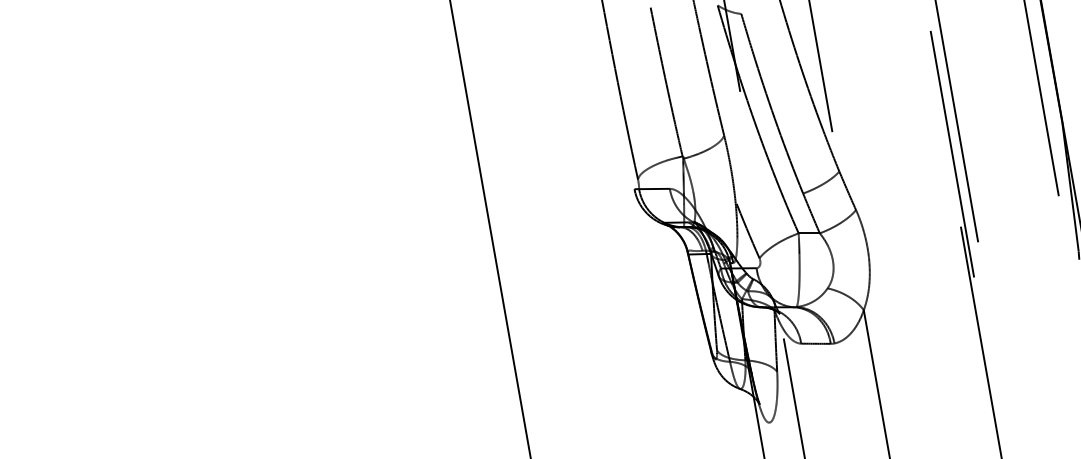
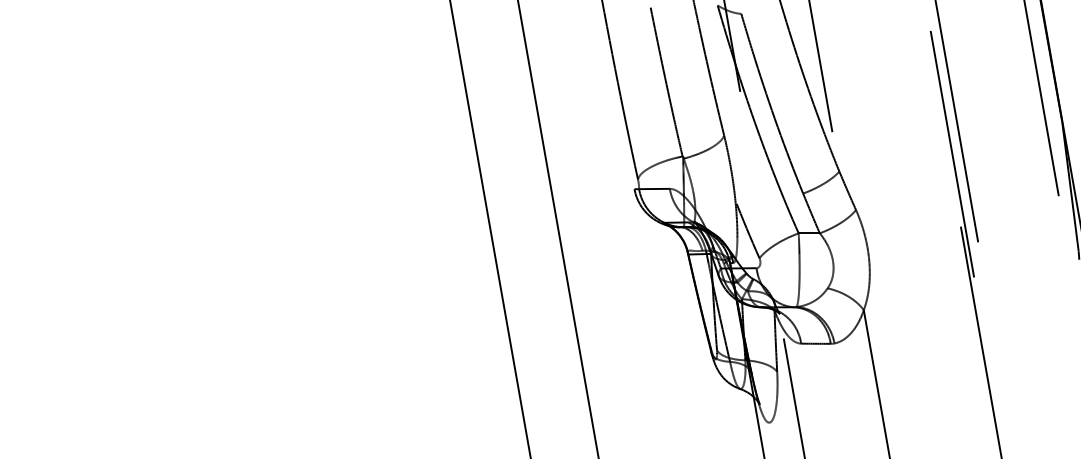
line at (558, 228): none -> present
